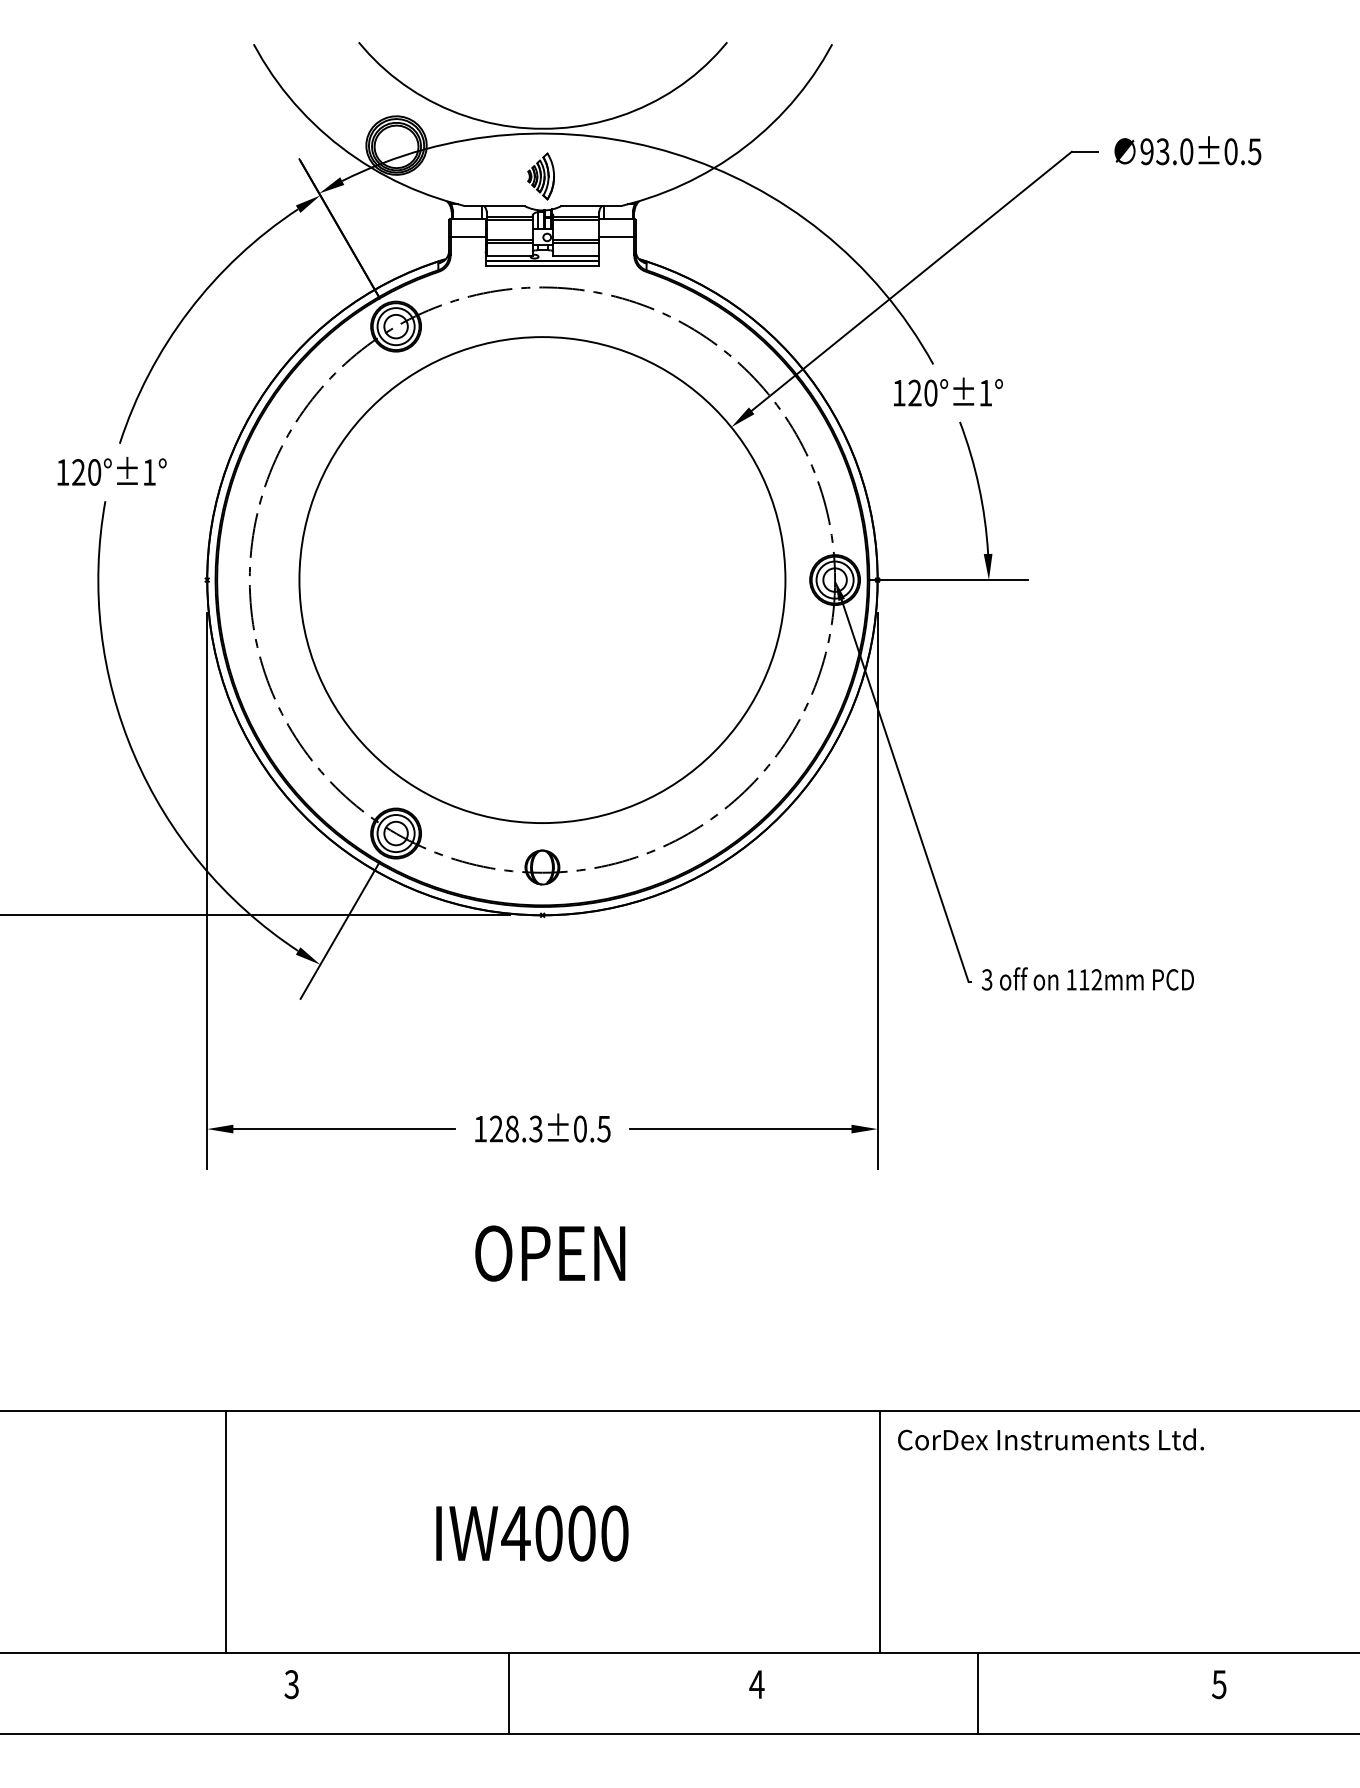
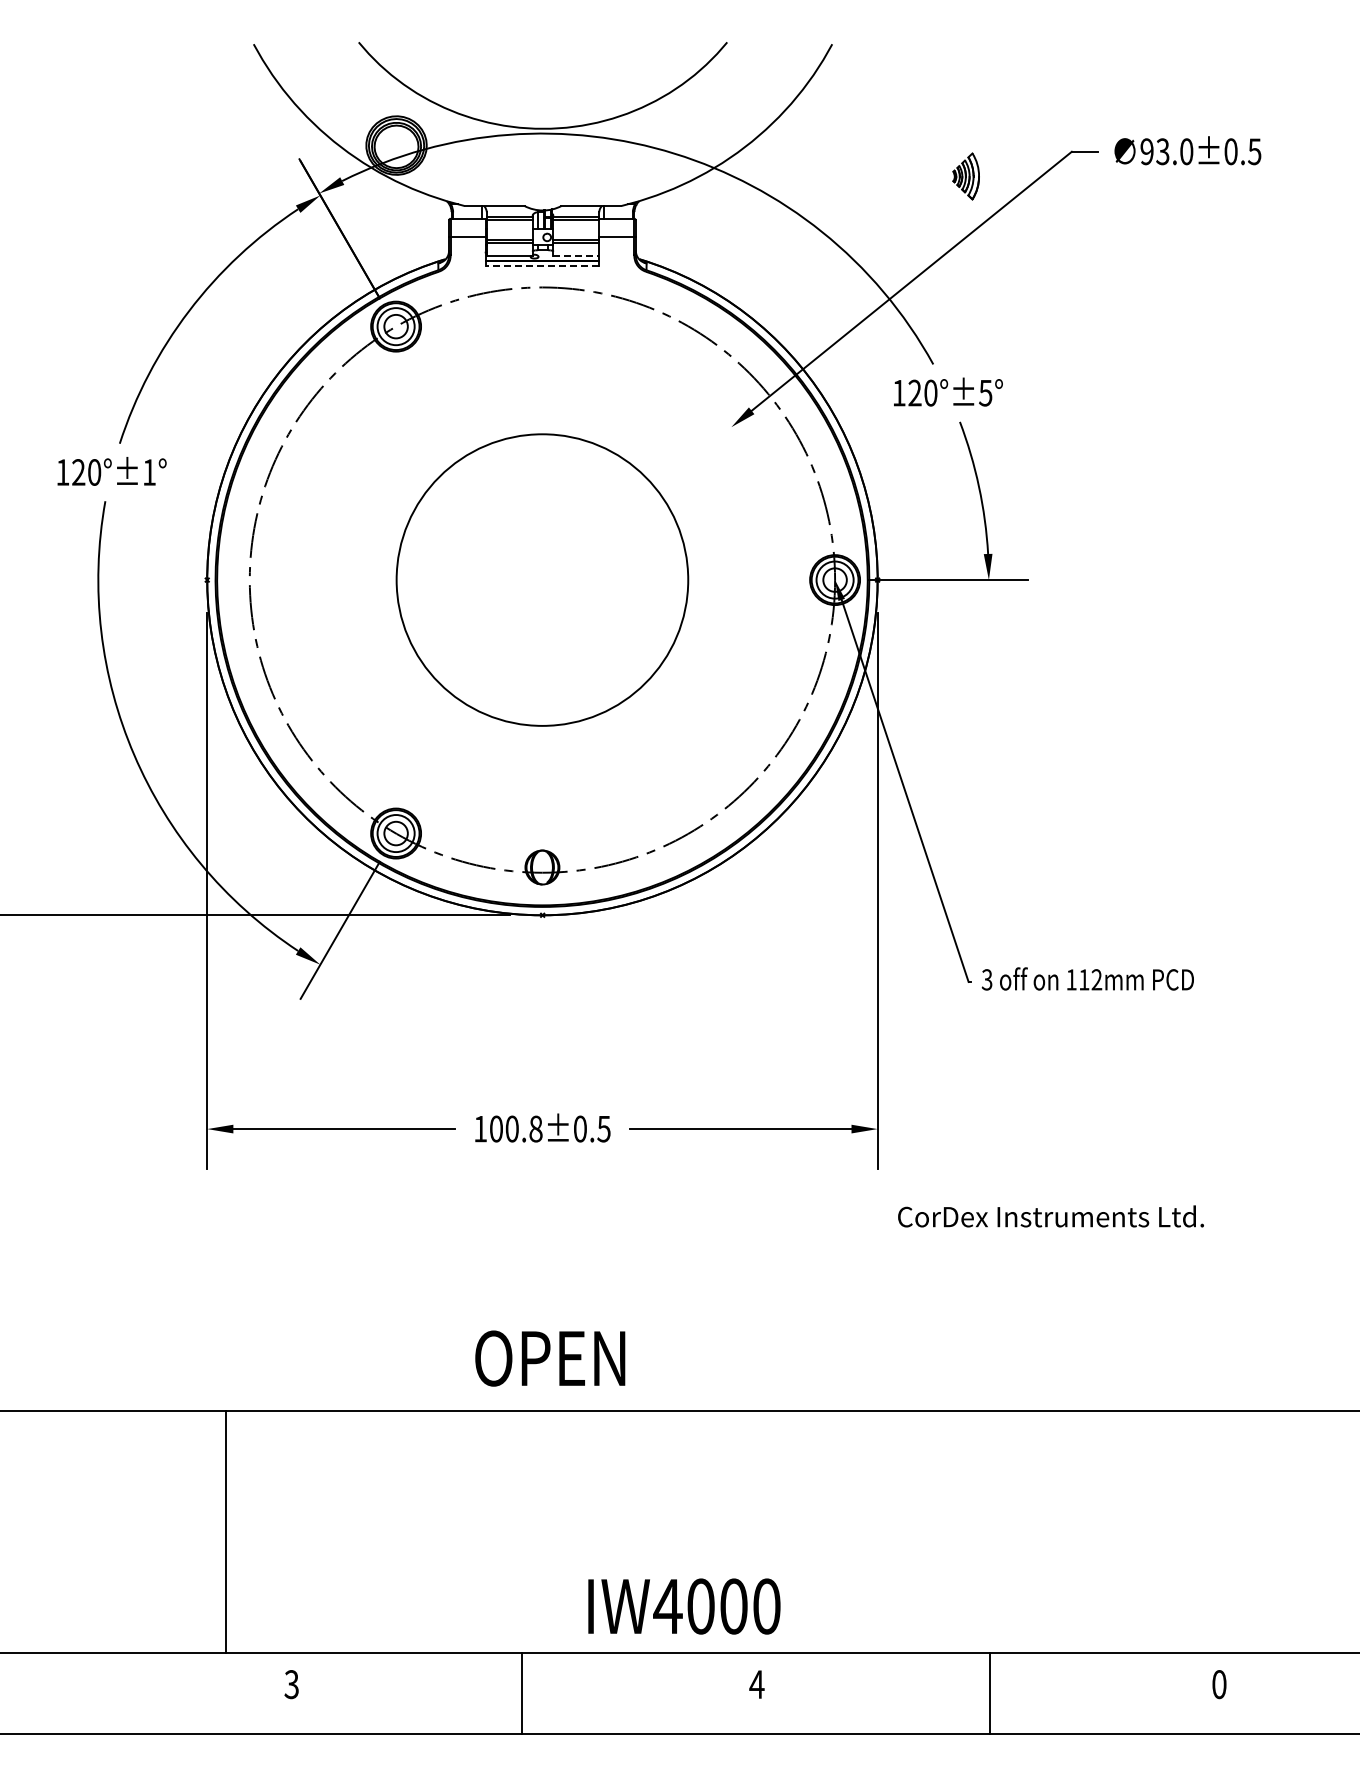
part at (540, 176) position: (540, 176) -> (965, 176)
line at (576, 255): solid -> dashed
line at (542, 266): solid -> dashed
text at (985, 393): 120°±1° -> 120°±5°
circle at (542, 580) diameter: 486 px -> 292 px
text at (515, 1128): 128.3±0.5 -> 100.8±0.5
text at (550, 1253) position: (550, 1253) -> (550, 1358)
text at (1050, 1439) position: (1050, 1439) -> (1050, 1216)
line at (879, 1531): present -> none
text at (532, 1533) position: (532, 1533) -> (684, 1606)
text at (1219, 1684): 5 -> 0
line at (509, 1693) position: (509, 1693) -> (522, 1693)
line at (978, 1693) position: (978, 1693) -> (990, 1693)
